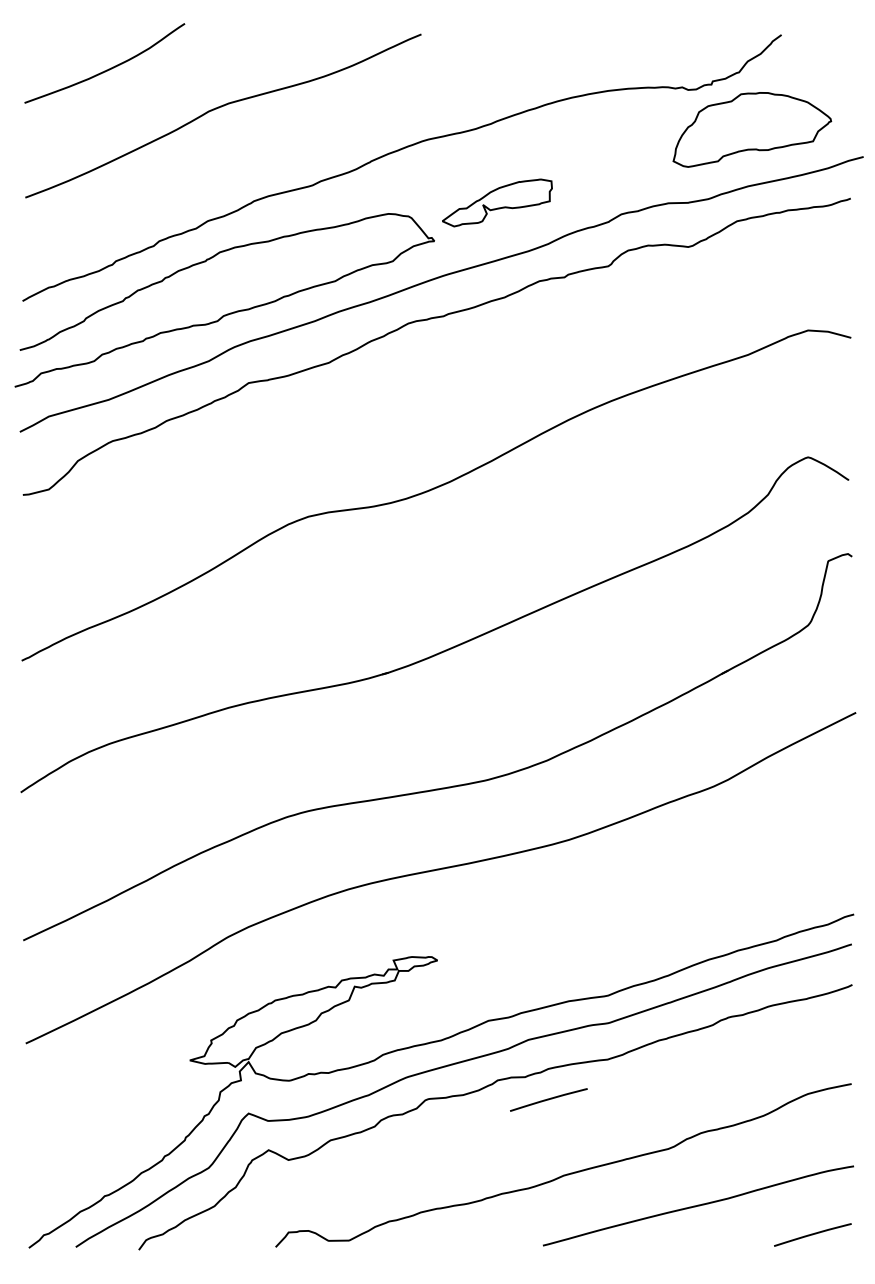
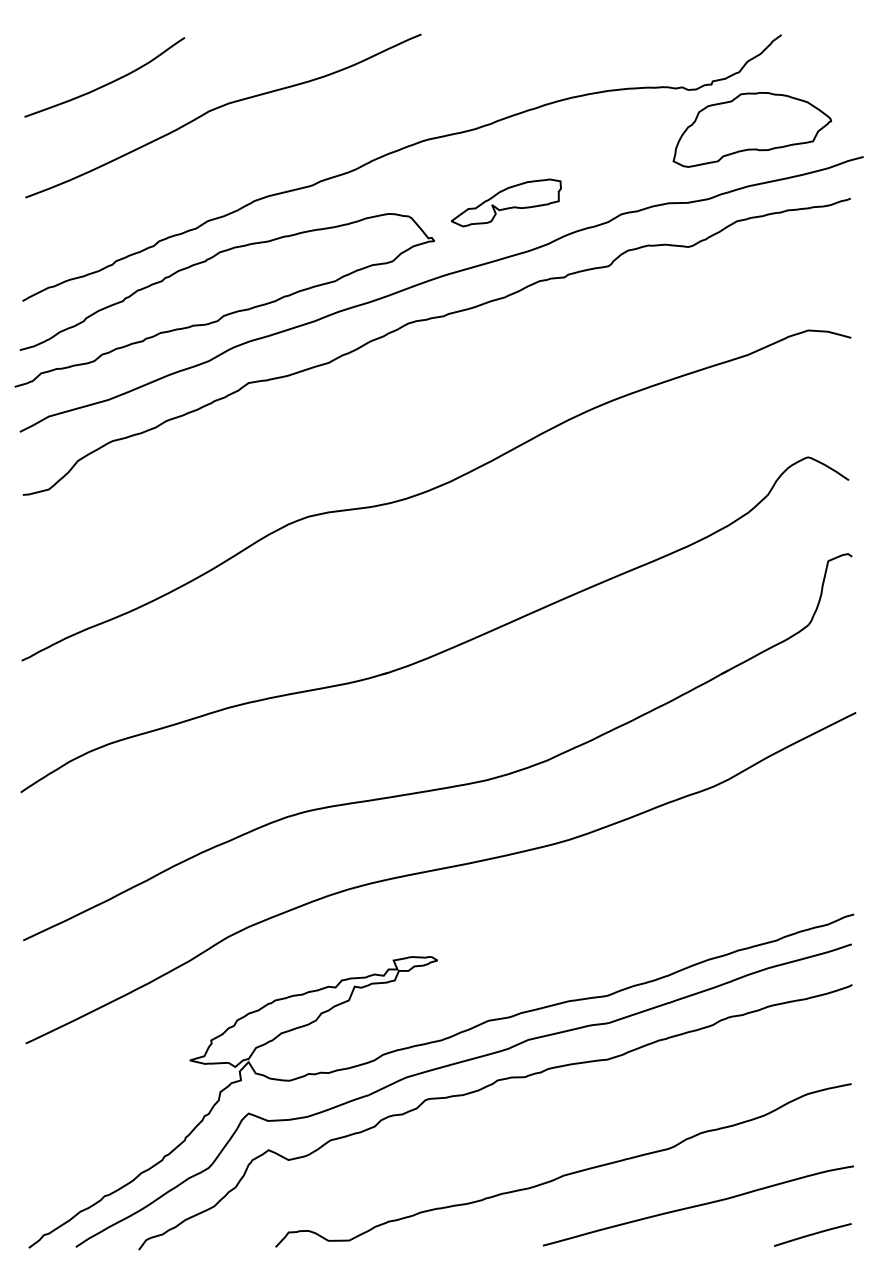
curve at (106, 69) position: (106, 69) -> (106, 83)
part at (497, 202) position: (497, 202) -> (506, 202)
line at (548, 1099): present -> none
